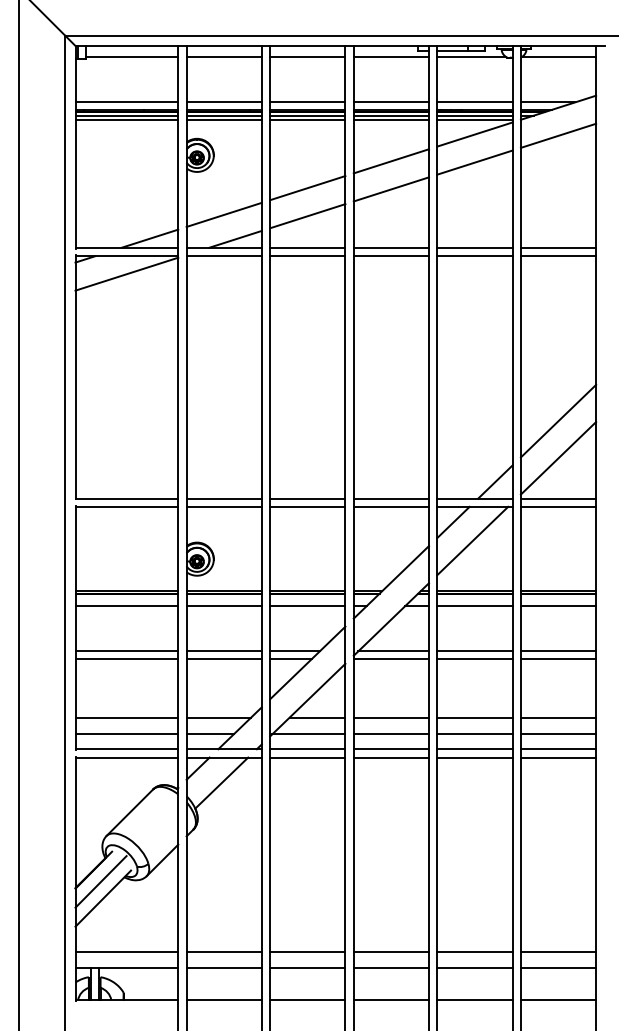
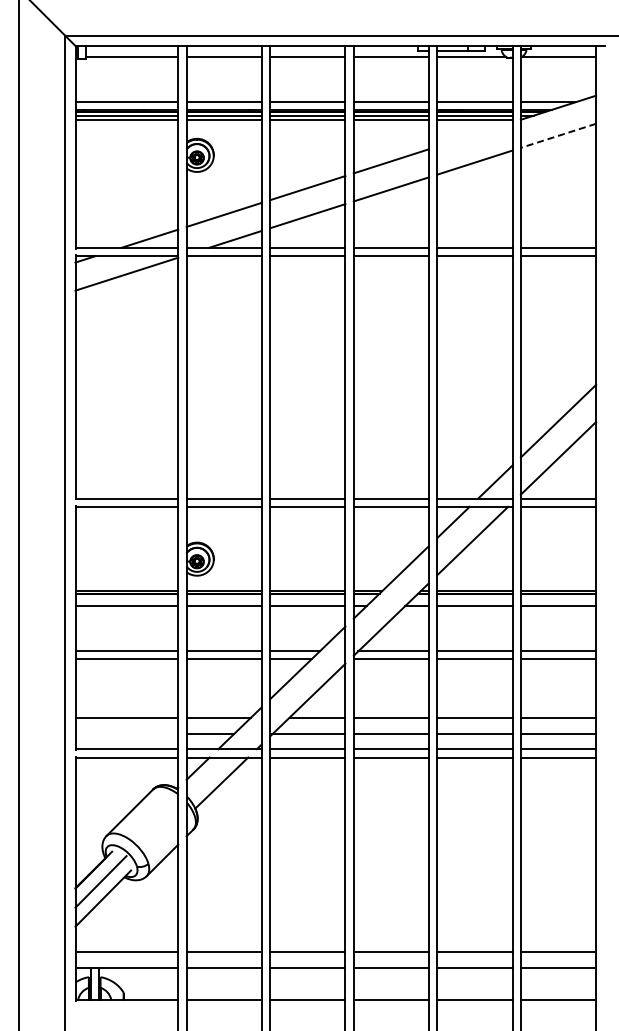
line at (474, 134): present -> none
line at (558, 135): solid -> dashed
line at (126, 734): present -> none
